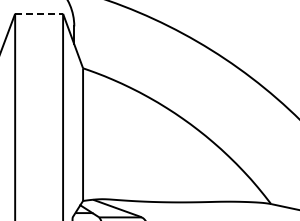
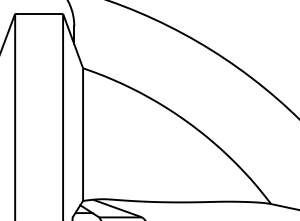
line at (39, 13): dashed -> solid
